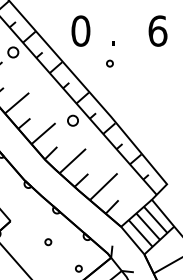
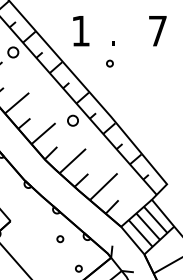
text at (80, 30): 0 -> 1
text at (157, 30): 6 -> 7
circle at (48, 242) position: (48, 242) -> (60, 239)
